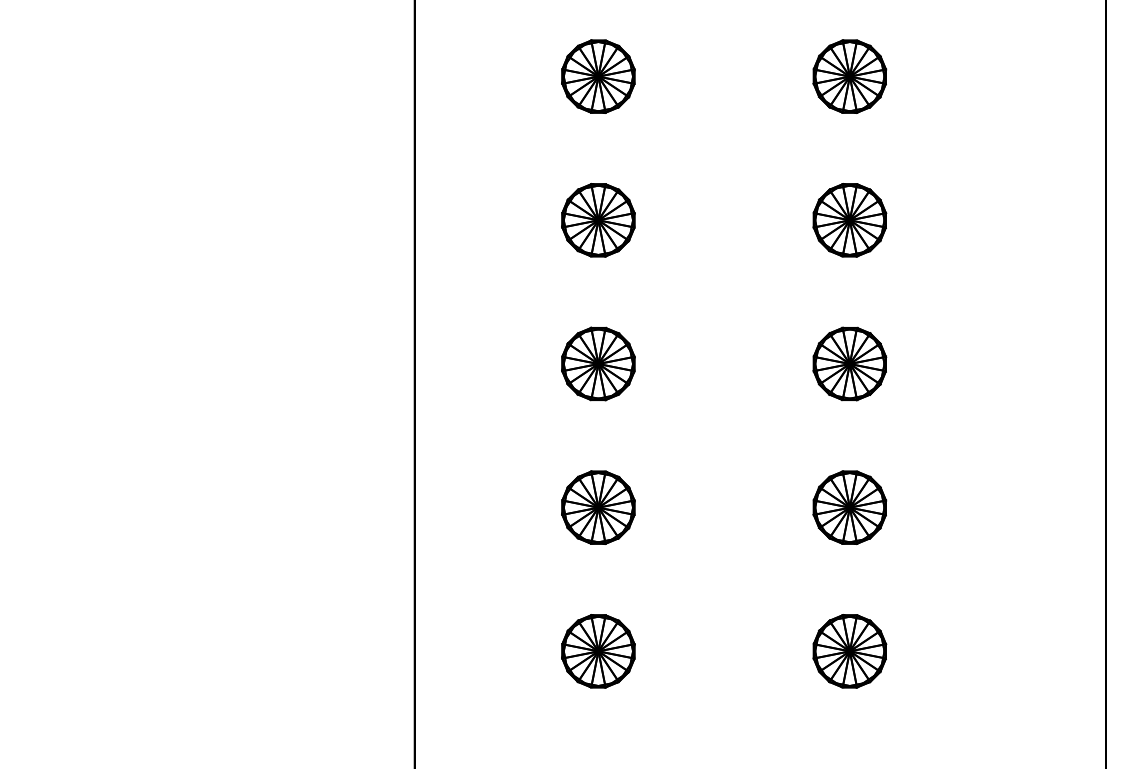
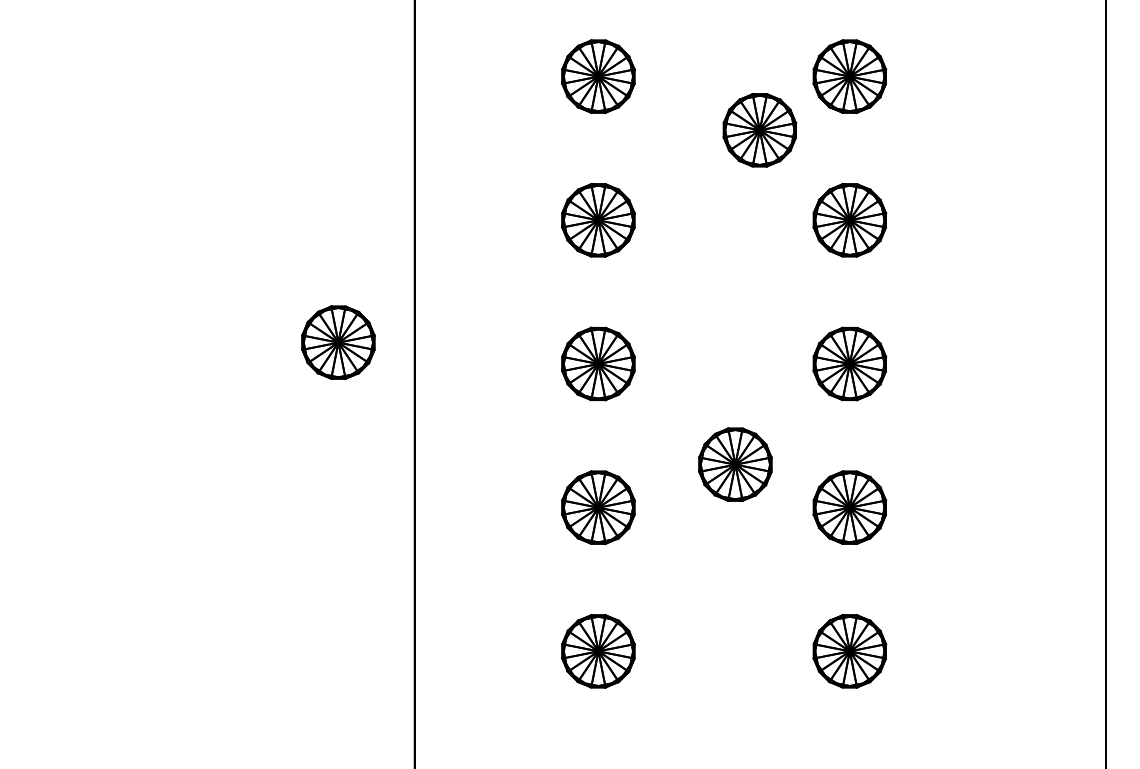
part at (759, 130): none -> present
part at (338, 342): none -> present
part at (735, 464): none -> present
